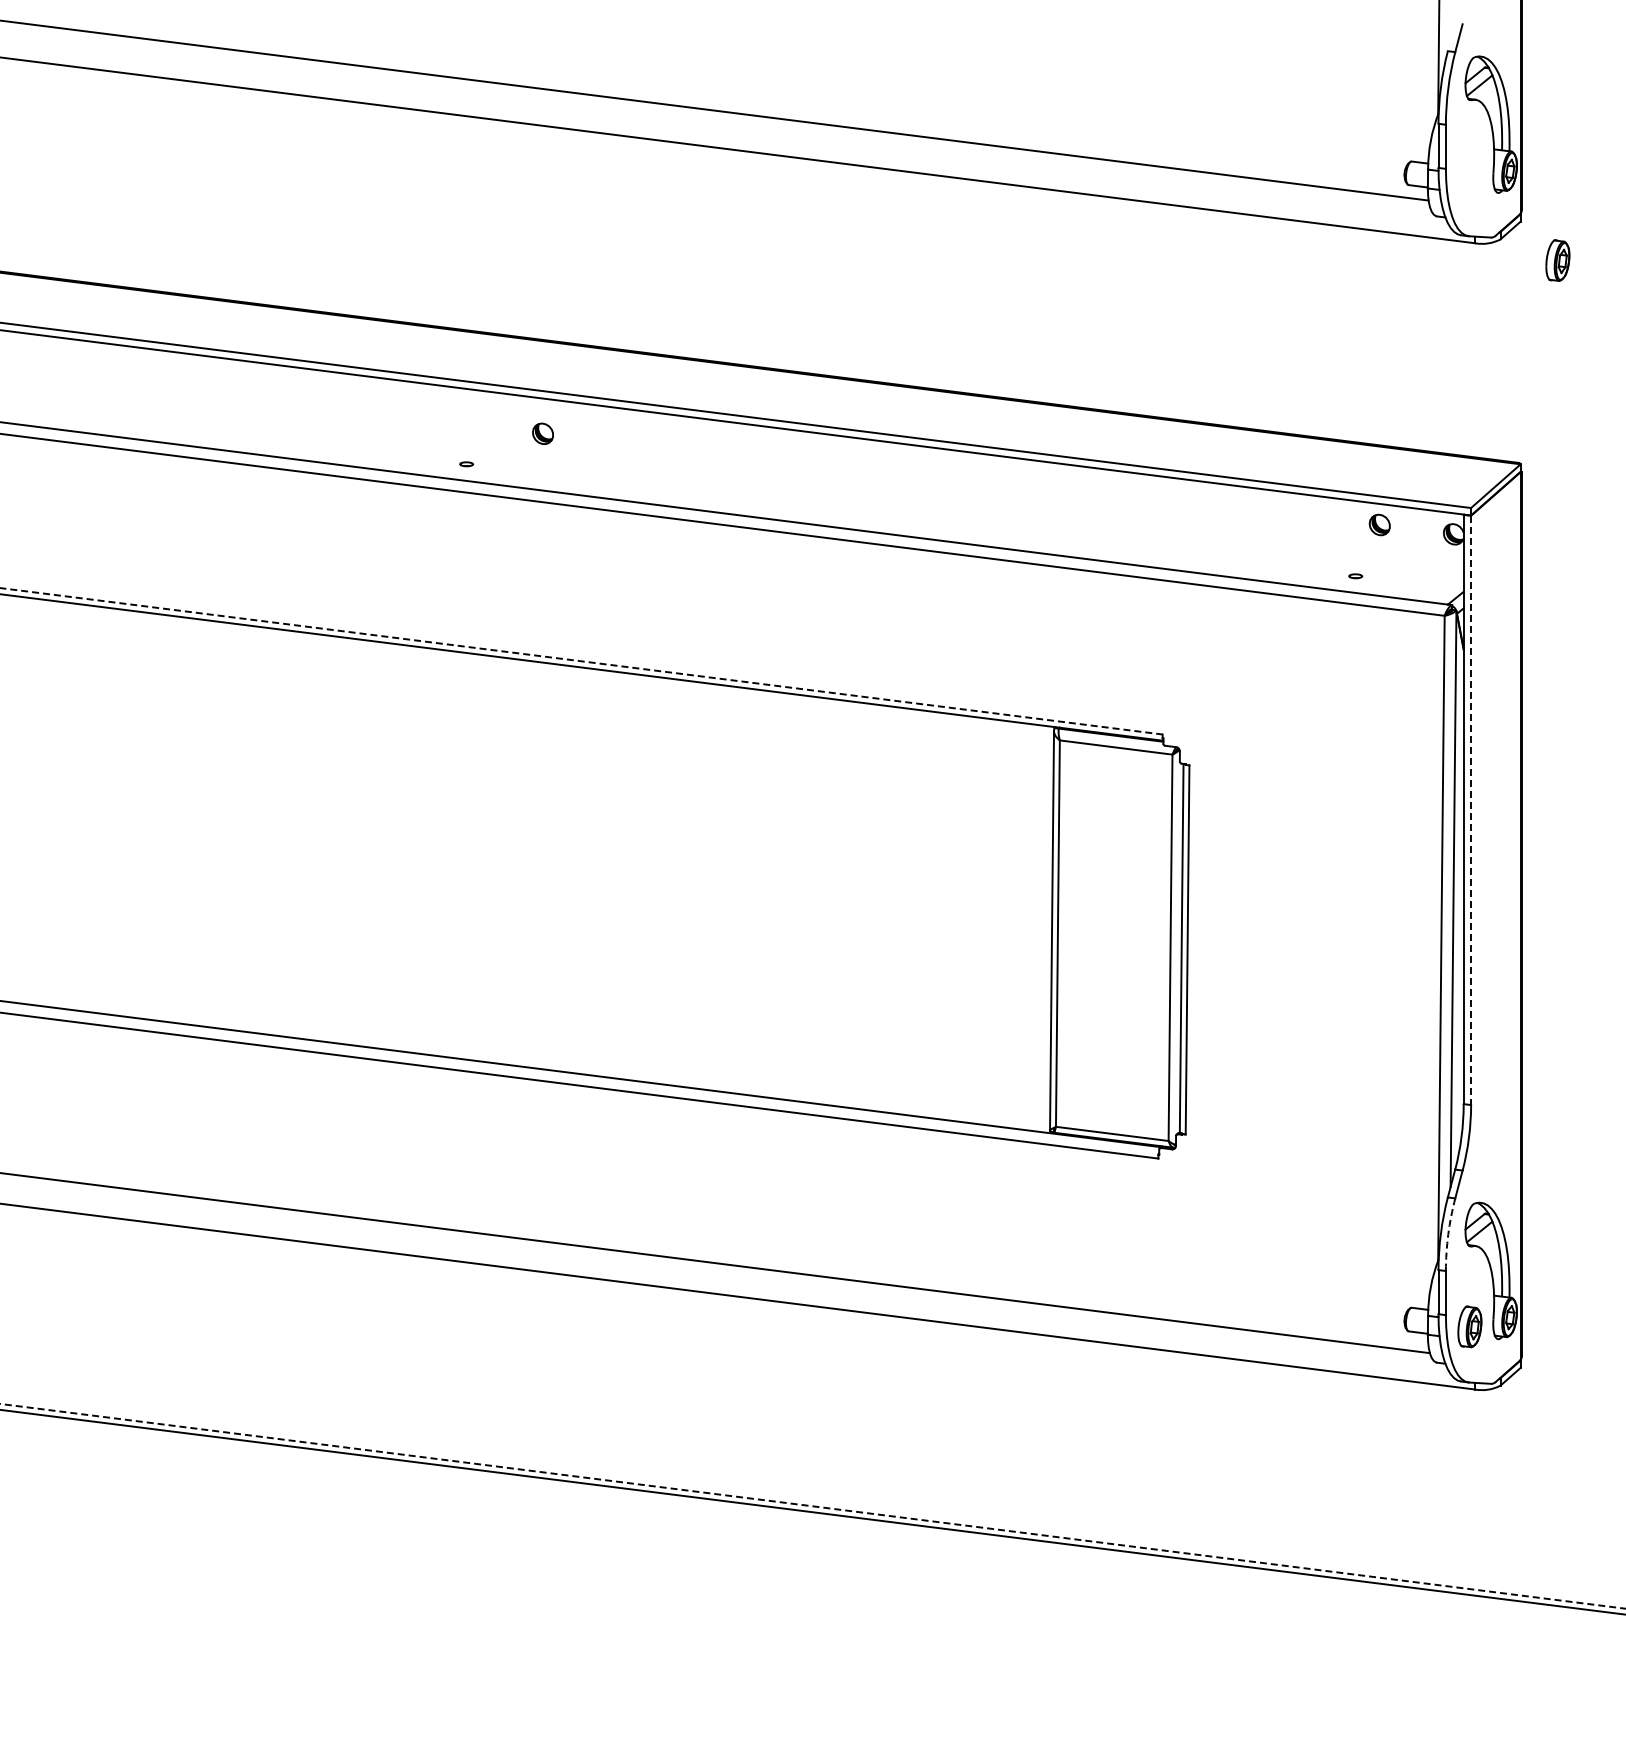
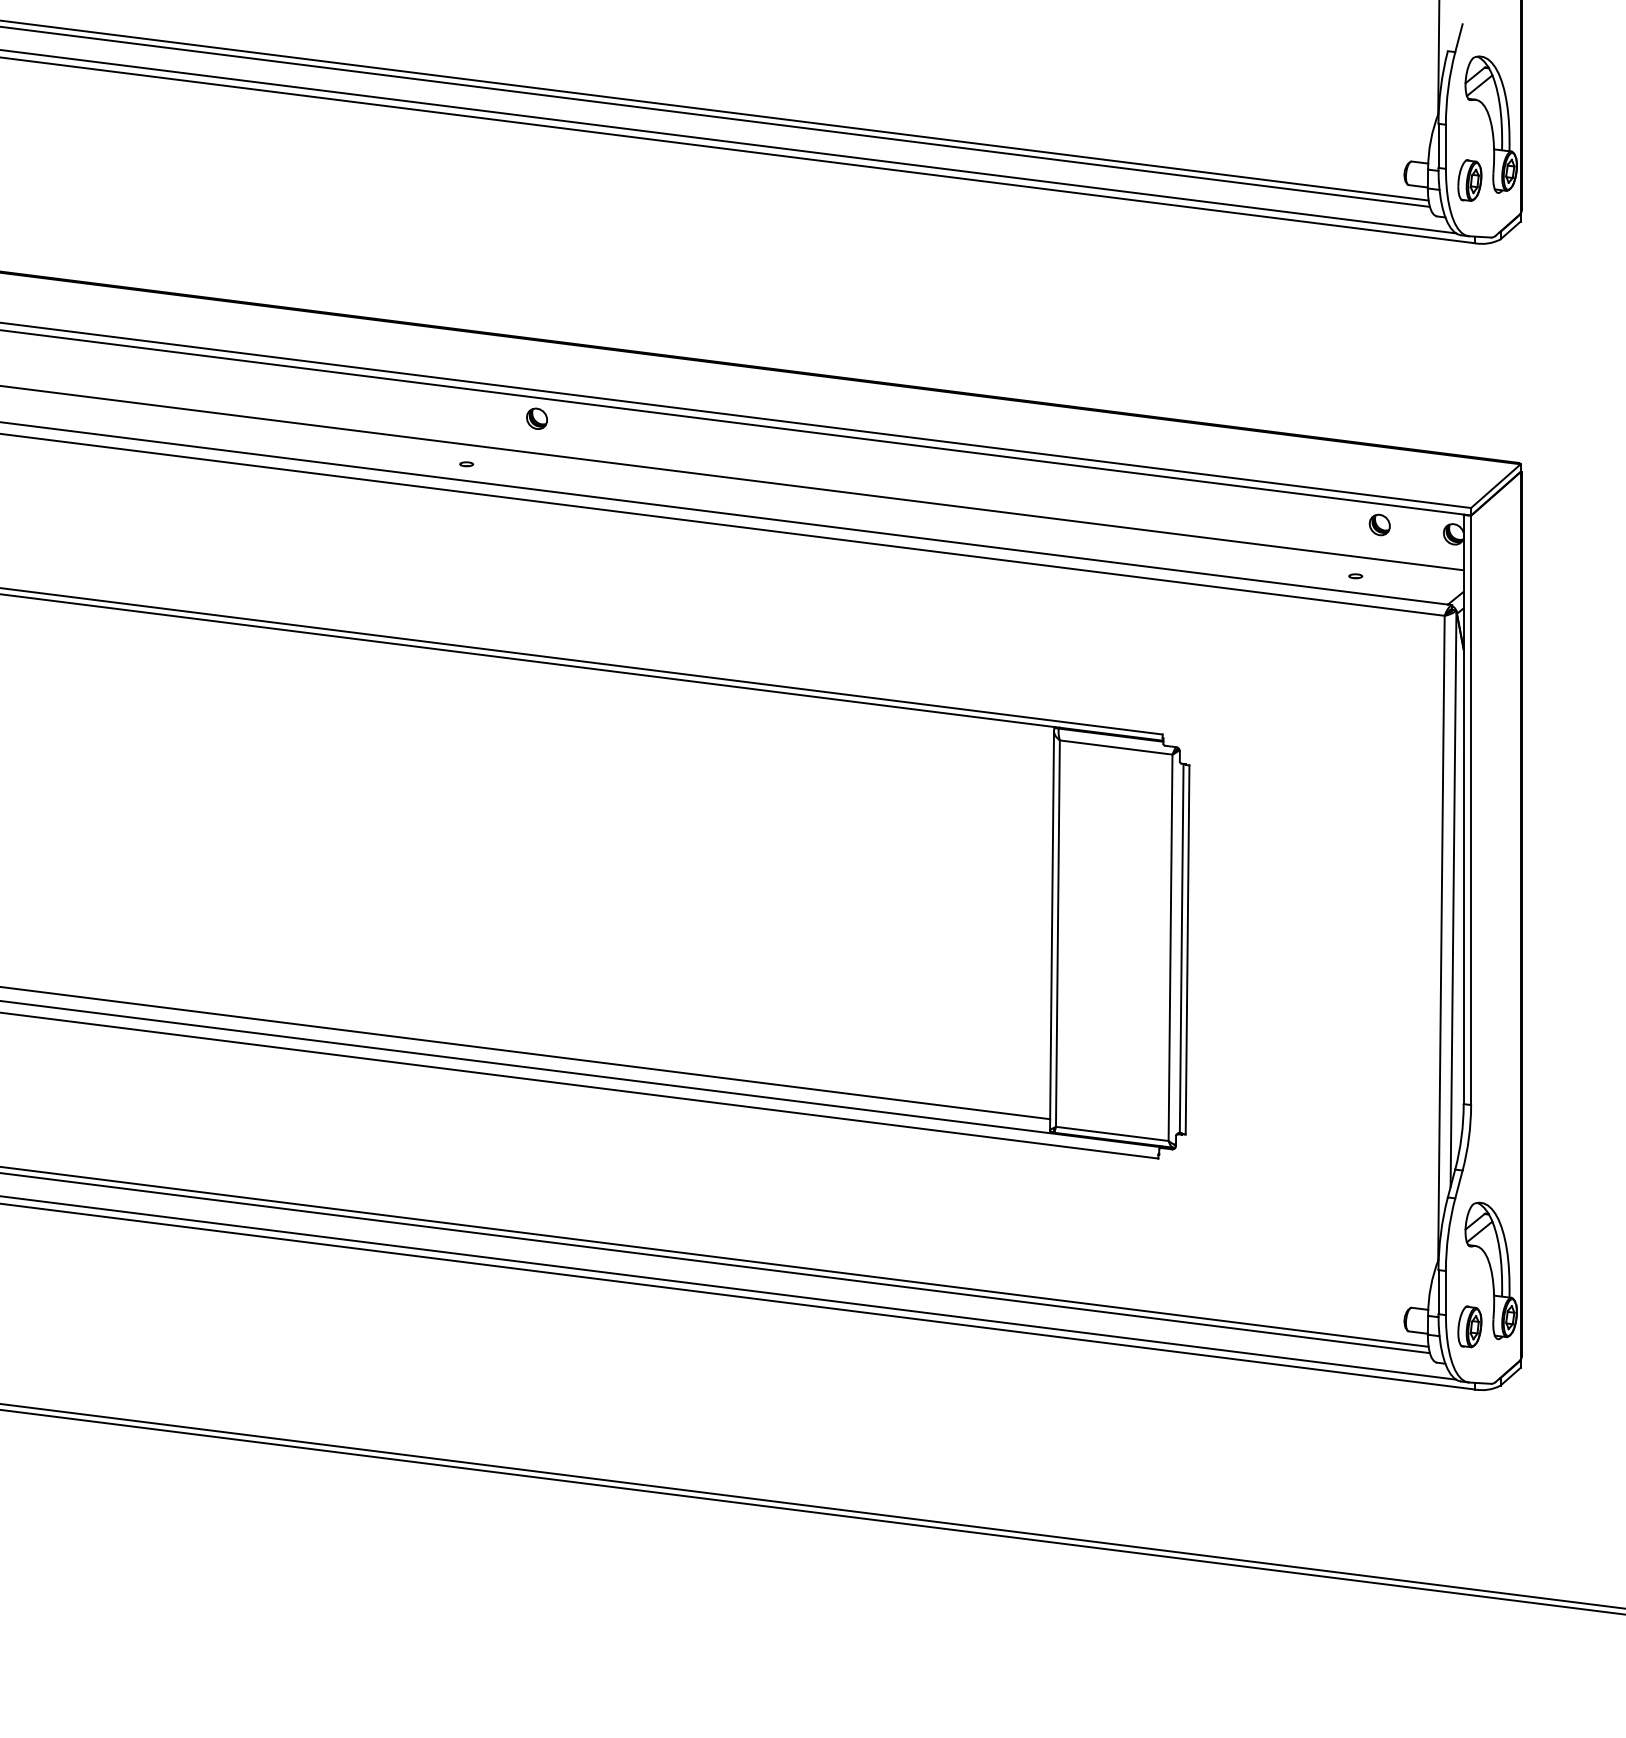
line at (715, 116): none -> present
line at (729, 141): none -> present
part at (1557, 260) position: (1557, 260) -> (1469, 180)
part at (542, 433) position: (542, 433) -> (536, 418)
line at (732, 478): none -> present
line at (581, 661): dashed -> solid
line at (1471, 810): dashed -> solid
line at (526, 1053): none -> present
arc at (1448, 1234): dashed -> solid
line at (715, 1256): none -> present
line at (729, 1287): none -> present
line at (813, 1506): dashed -> solid
